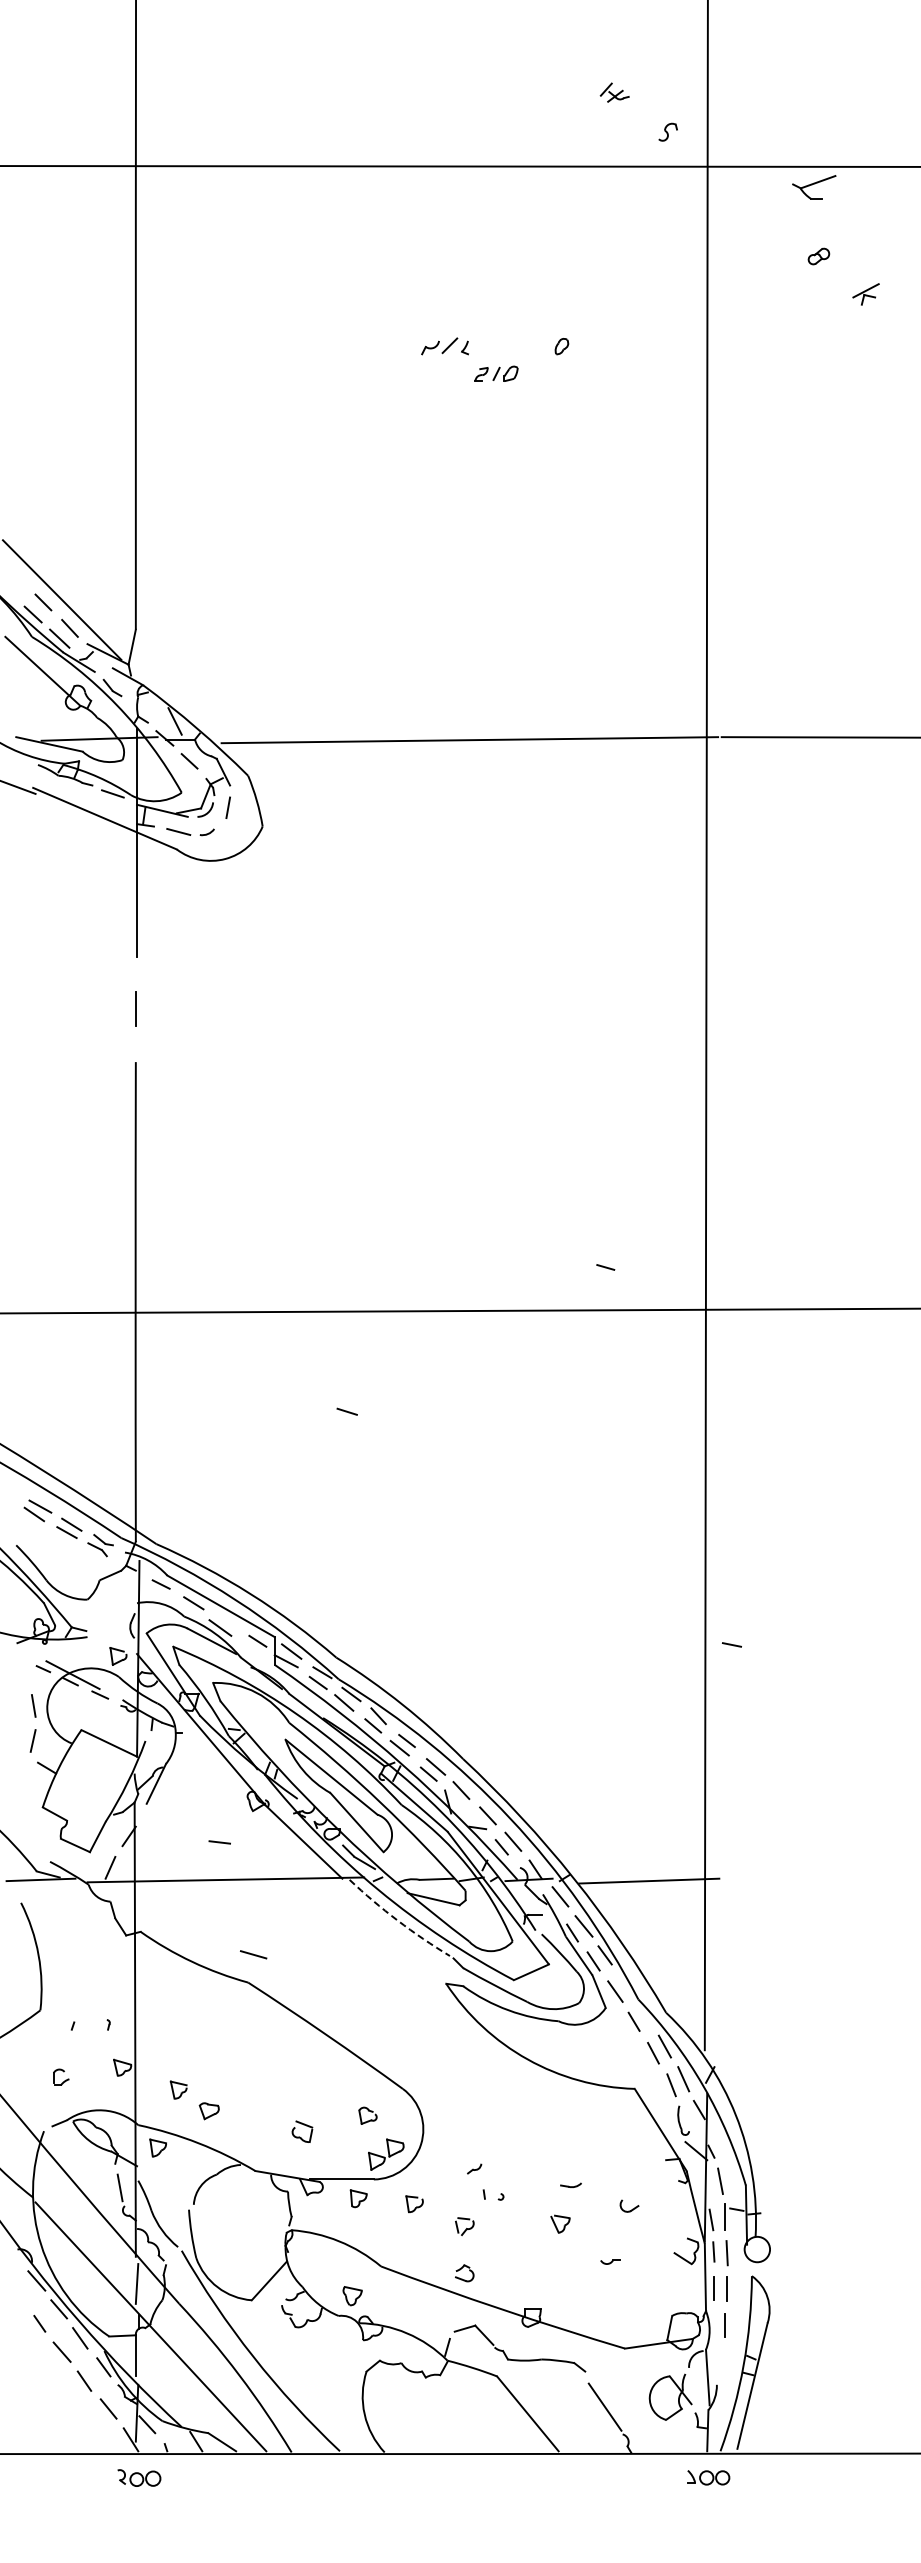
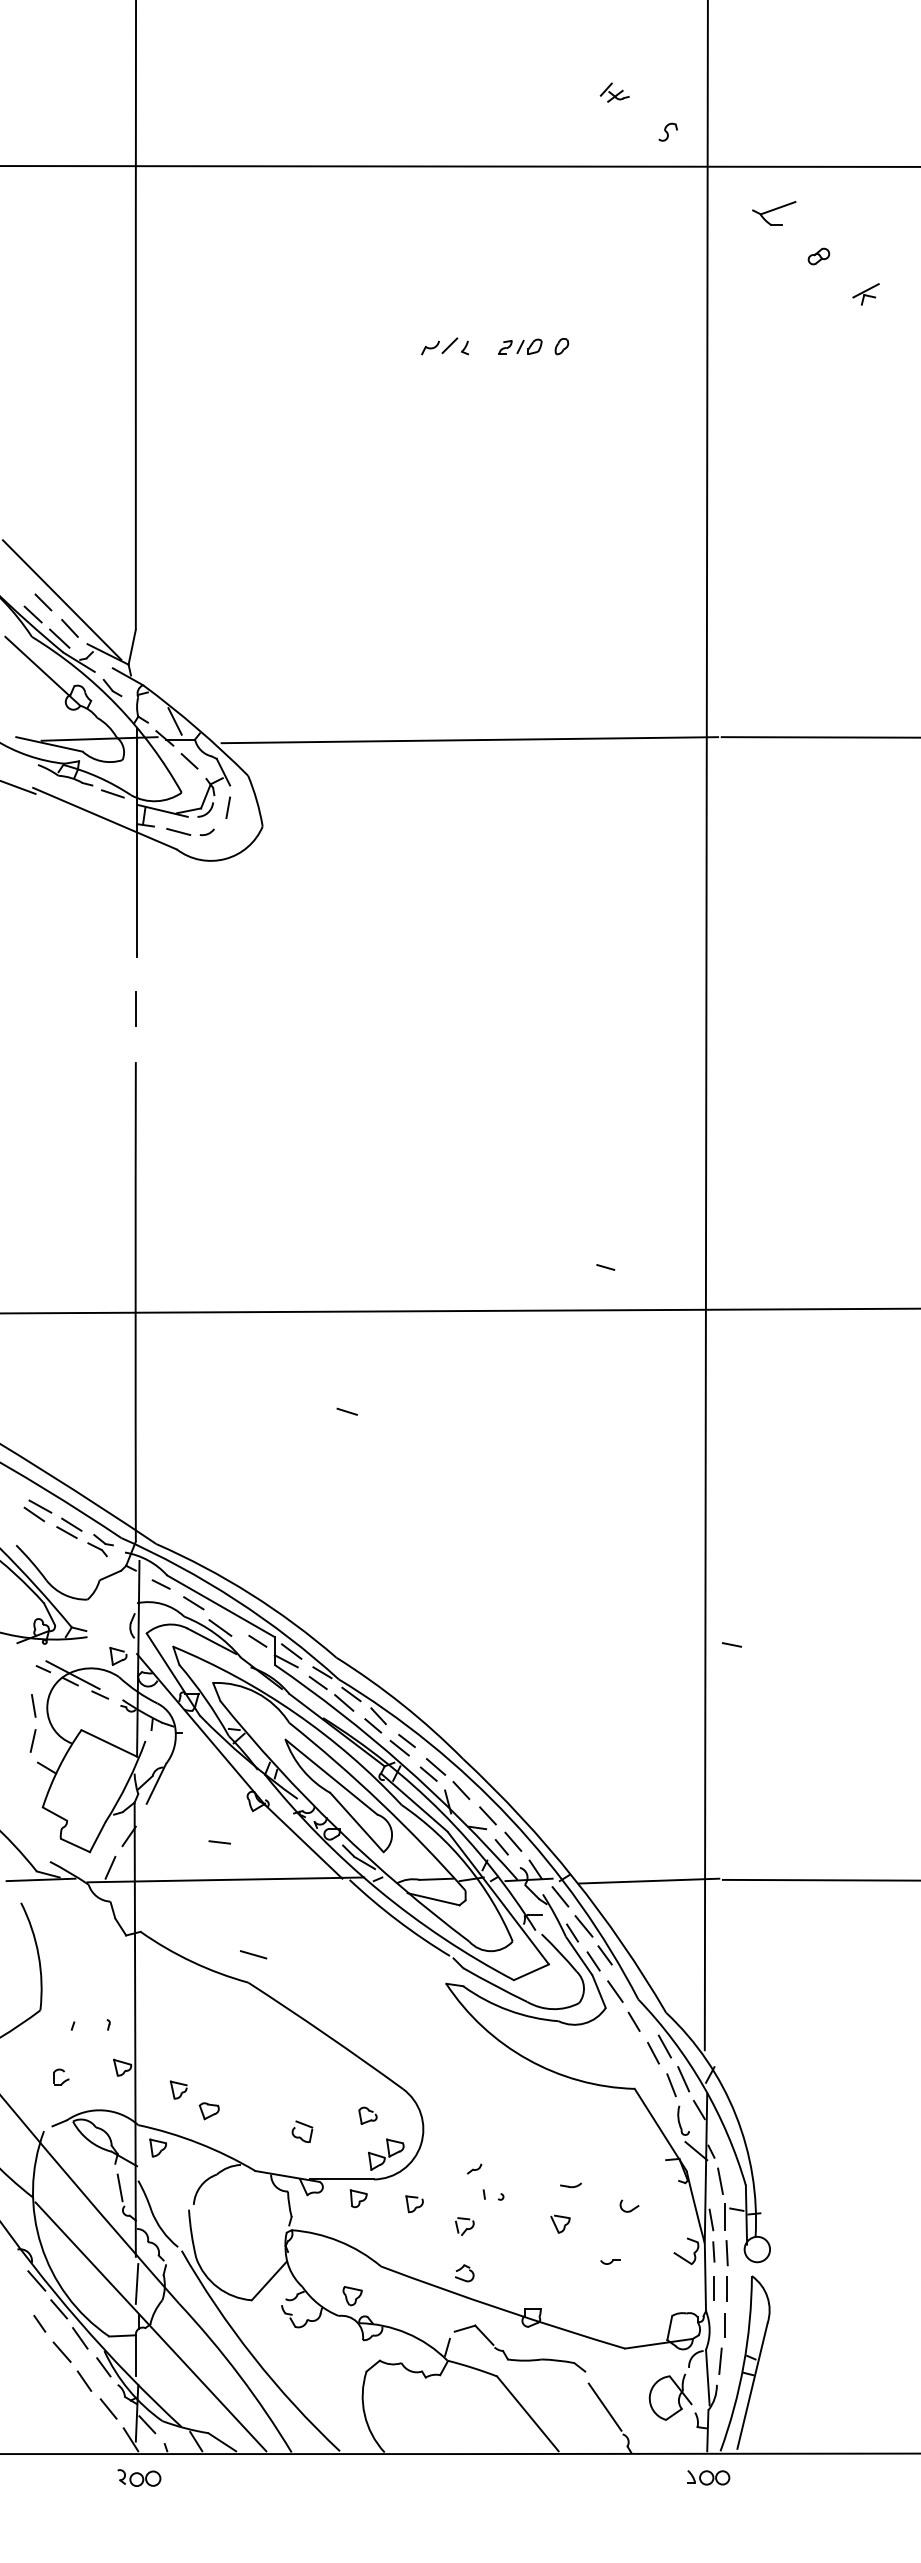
part at (814, 187) position: (814, 187) -> (774, 213)
part at (496, 373) position: (496, 373) -> (520, 346)
line at (819, 1879): none -> present
arc at (397, 1920): dashed -> solid
line at (720, 2360): none -> present
